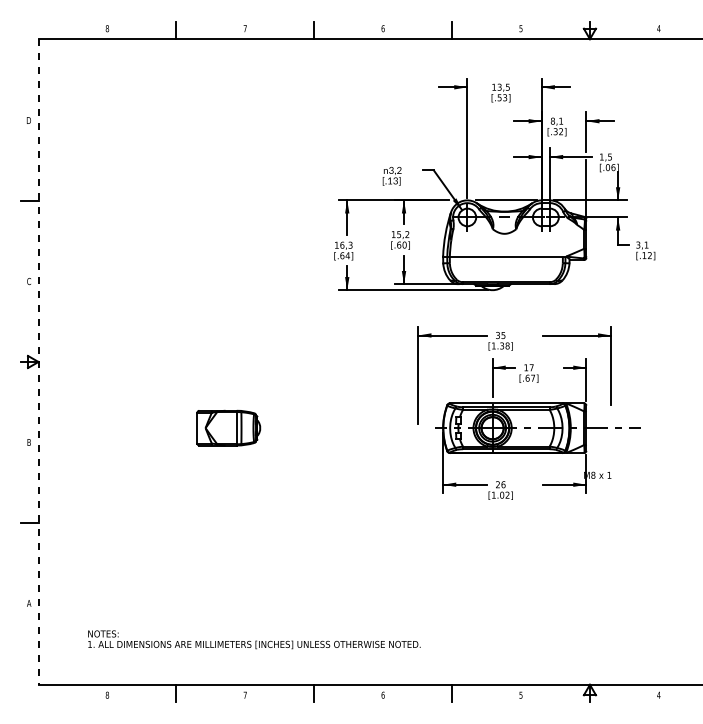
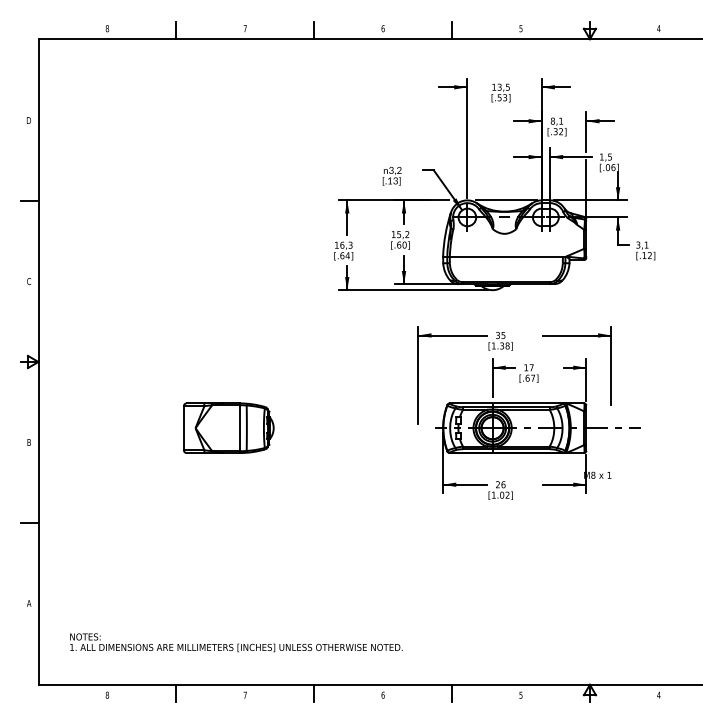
line at (38, 362): dashed -> solid
part at (228, 427) size: 66x38 px -> 92x52 px
text at (254, 639) position: (254, 639) -> (236, 642)
